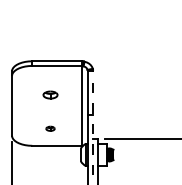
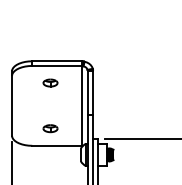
part at (50, 94) position: (50, 94) -> (50, 82)
line at (93, 127): dashed -> solid
part at (50, 128) size: 11x7 px -> 17x10 px
